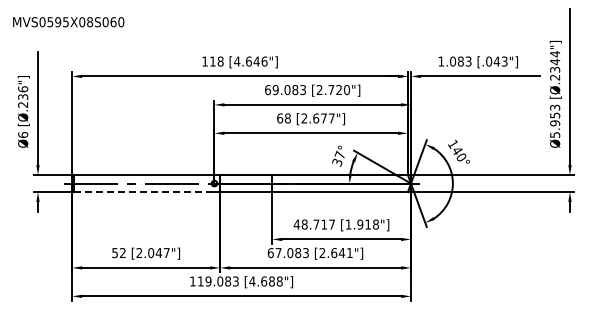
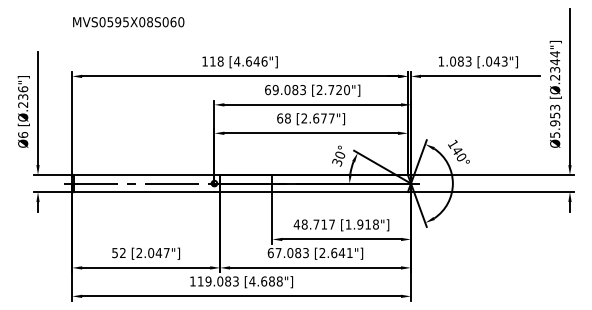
text at (68, 22) position: (68, 22) -> (128, 22)
text at (339, 154): 37° -> 30°
line at (144, 192): dashed -> solid
